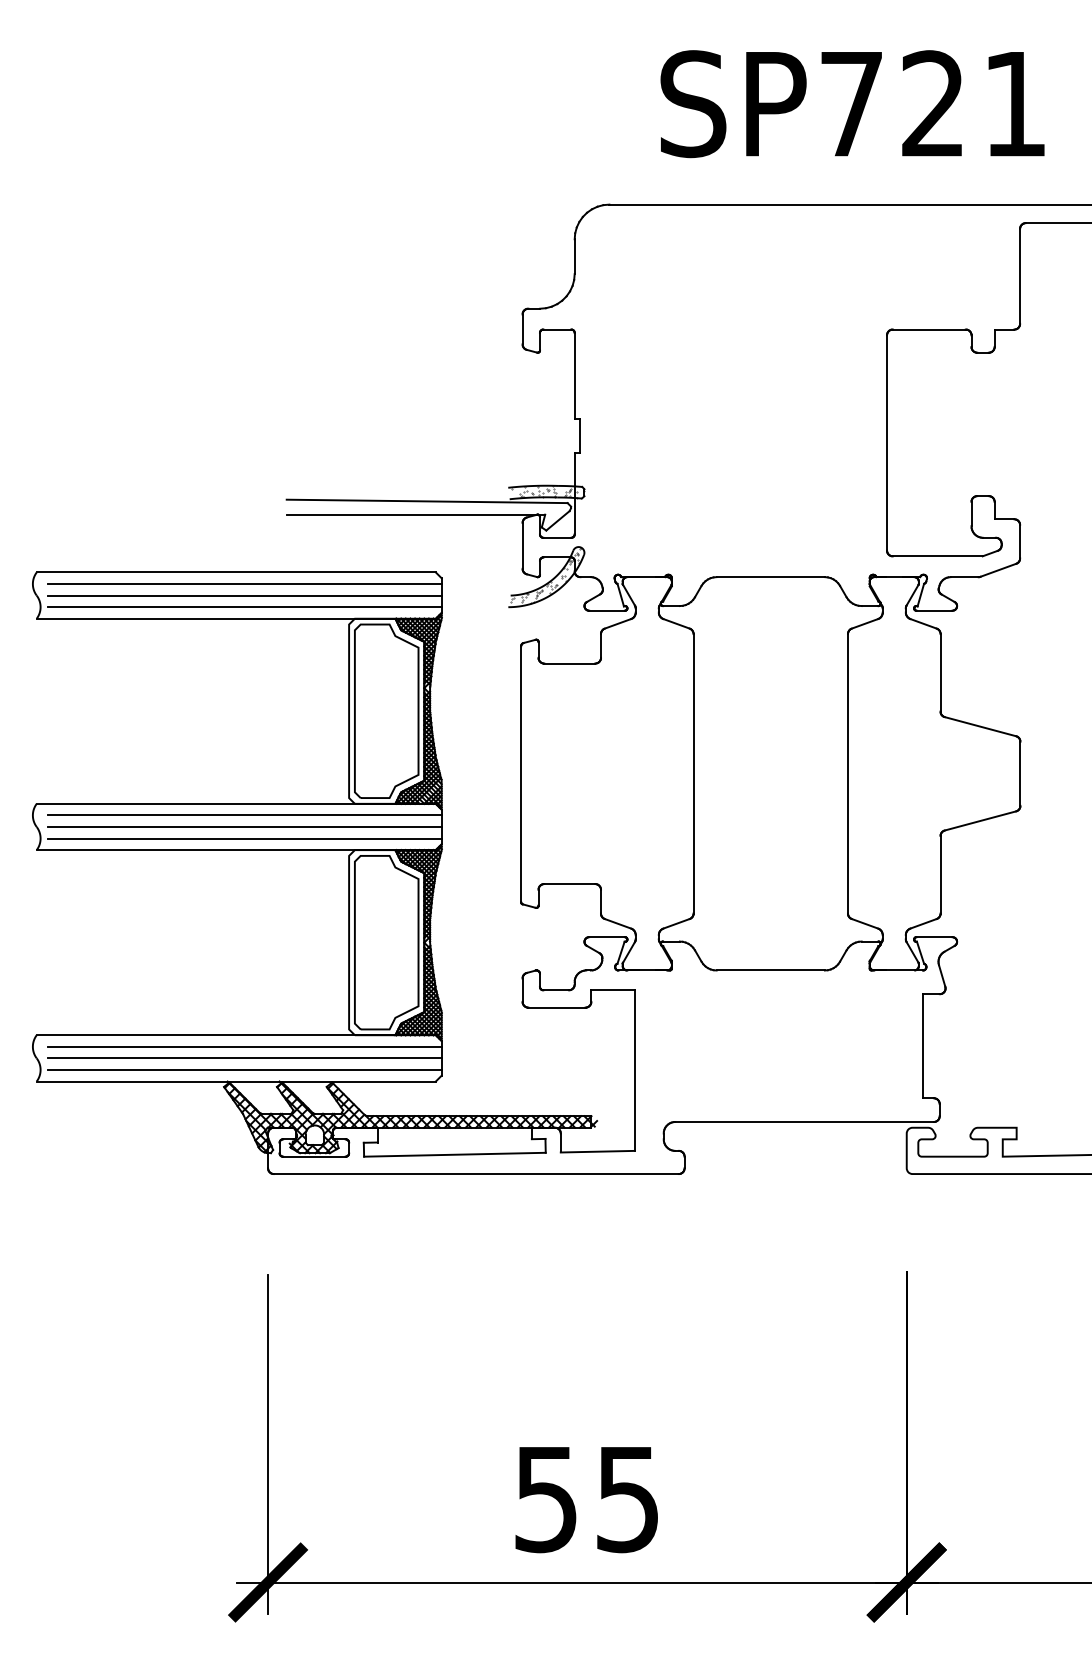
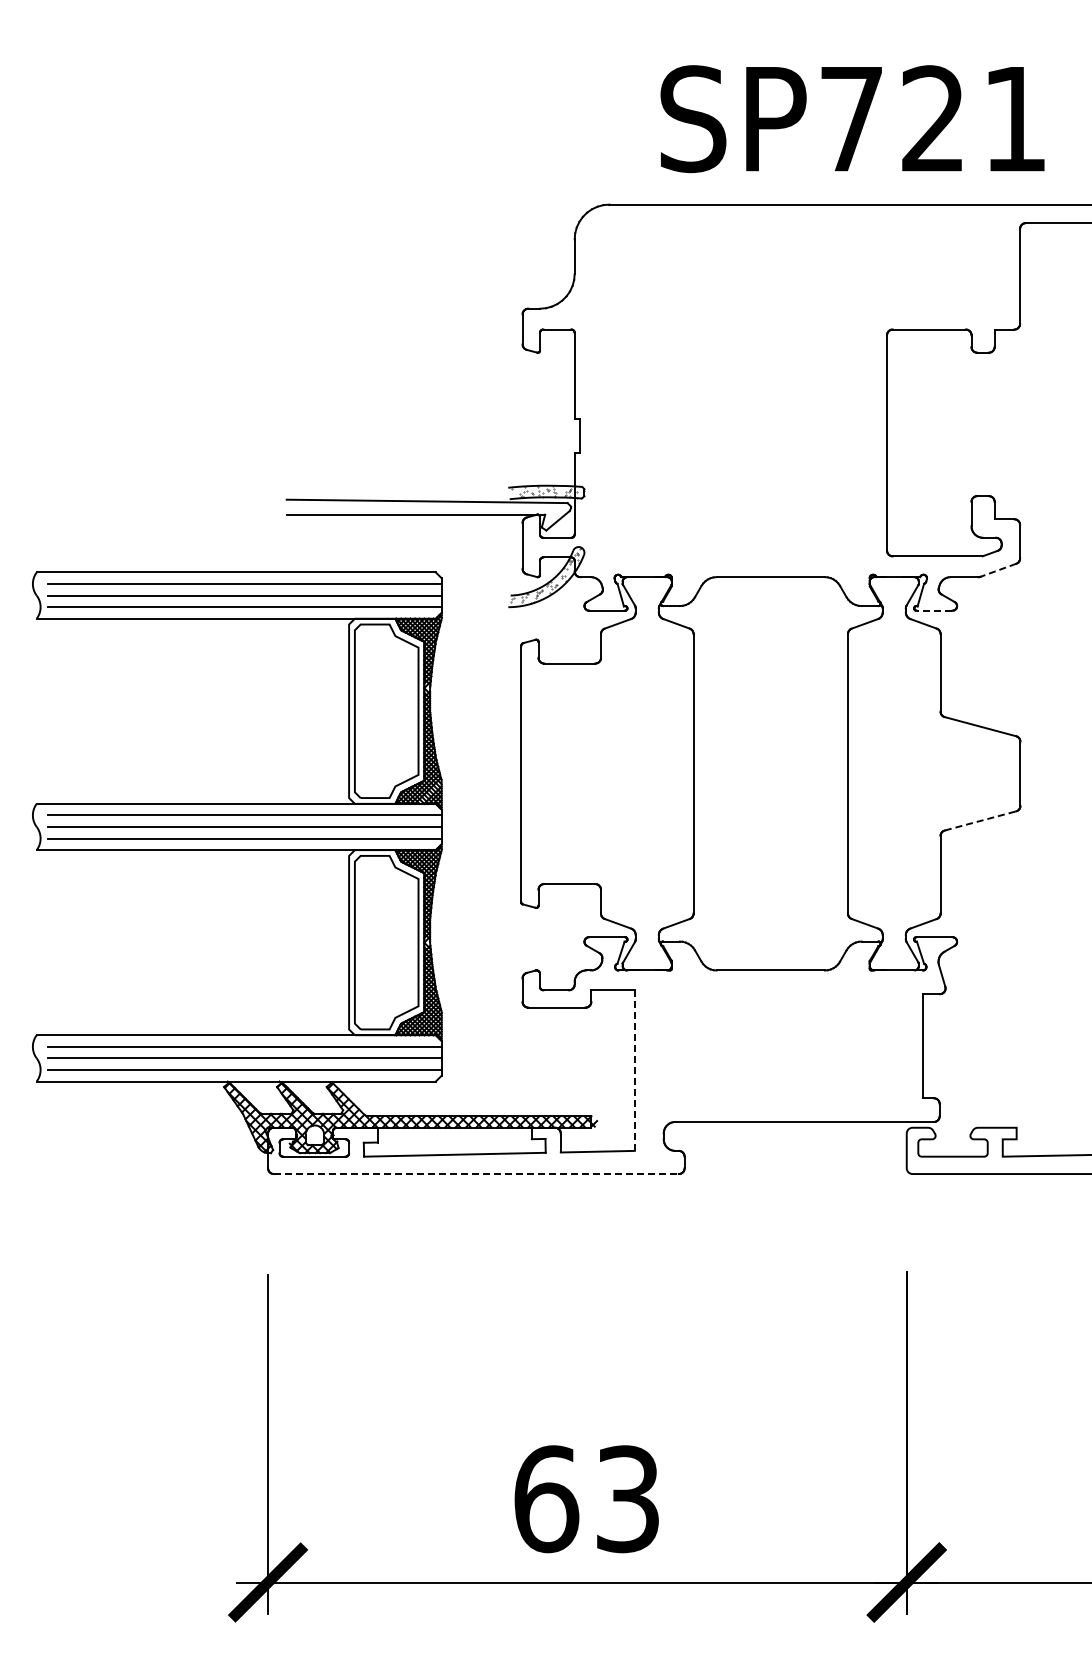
text at (852, 104) position: (852, 104) -> (852, 119)
line at (997, 570): solid -> dashed
line at (934, 610): solid -> dashed
line at (980, 820): solid -> dashed
line at (634, 1071): solid -> dashed
line at (476, 1174): solid -> dashed
text at (586, 1499): 55 -> 63
